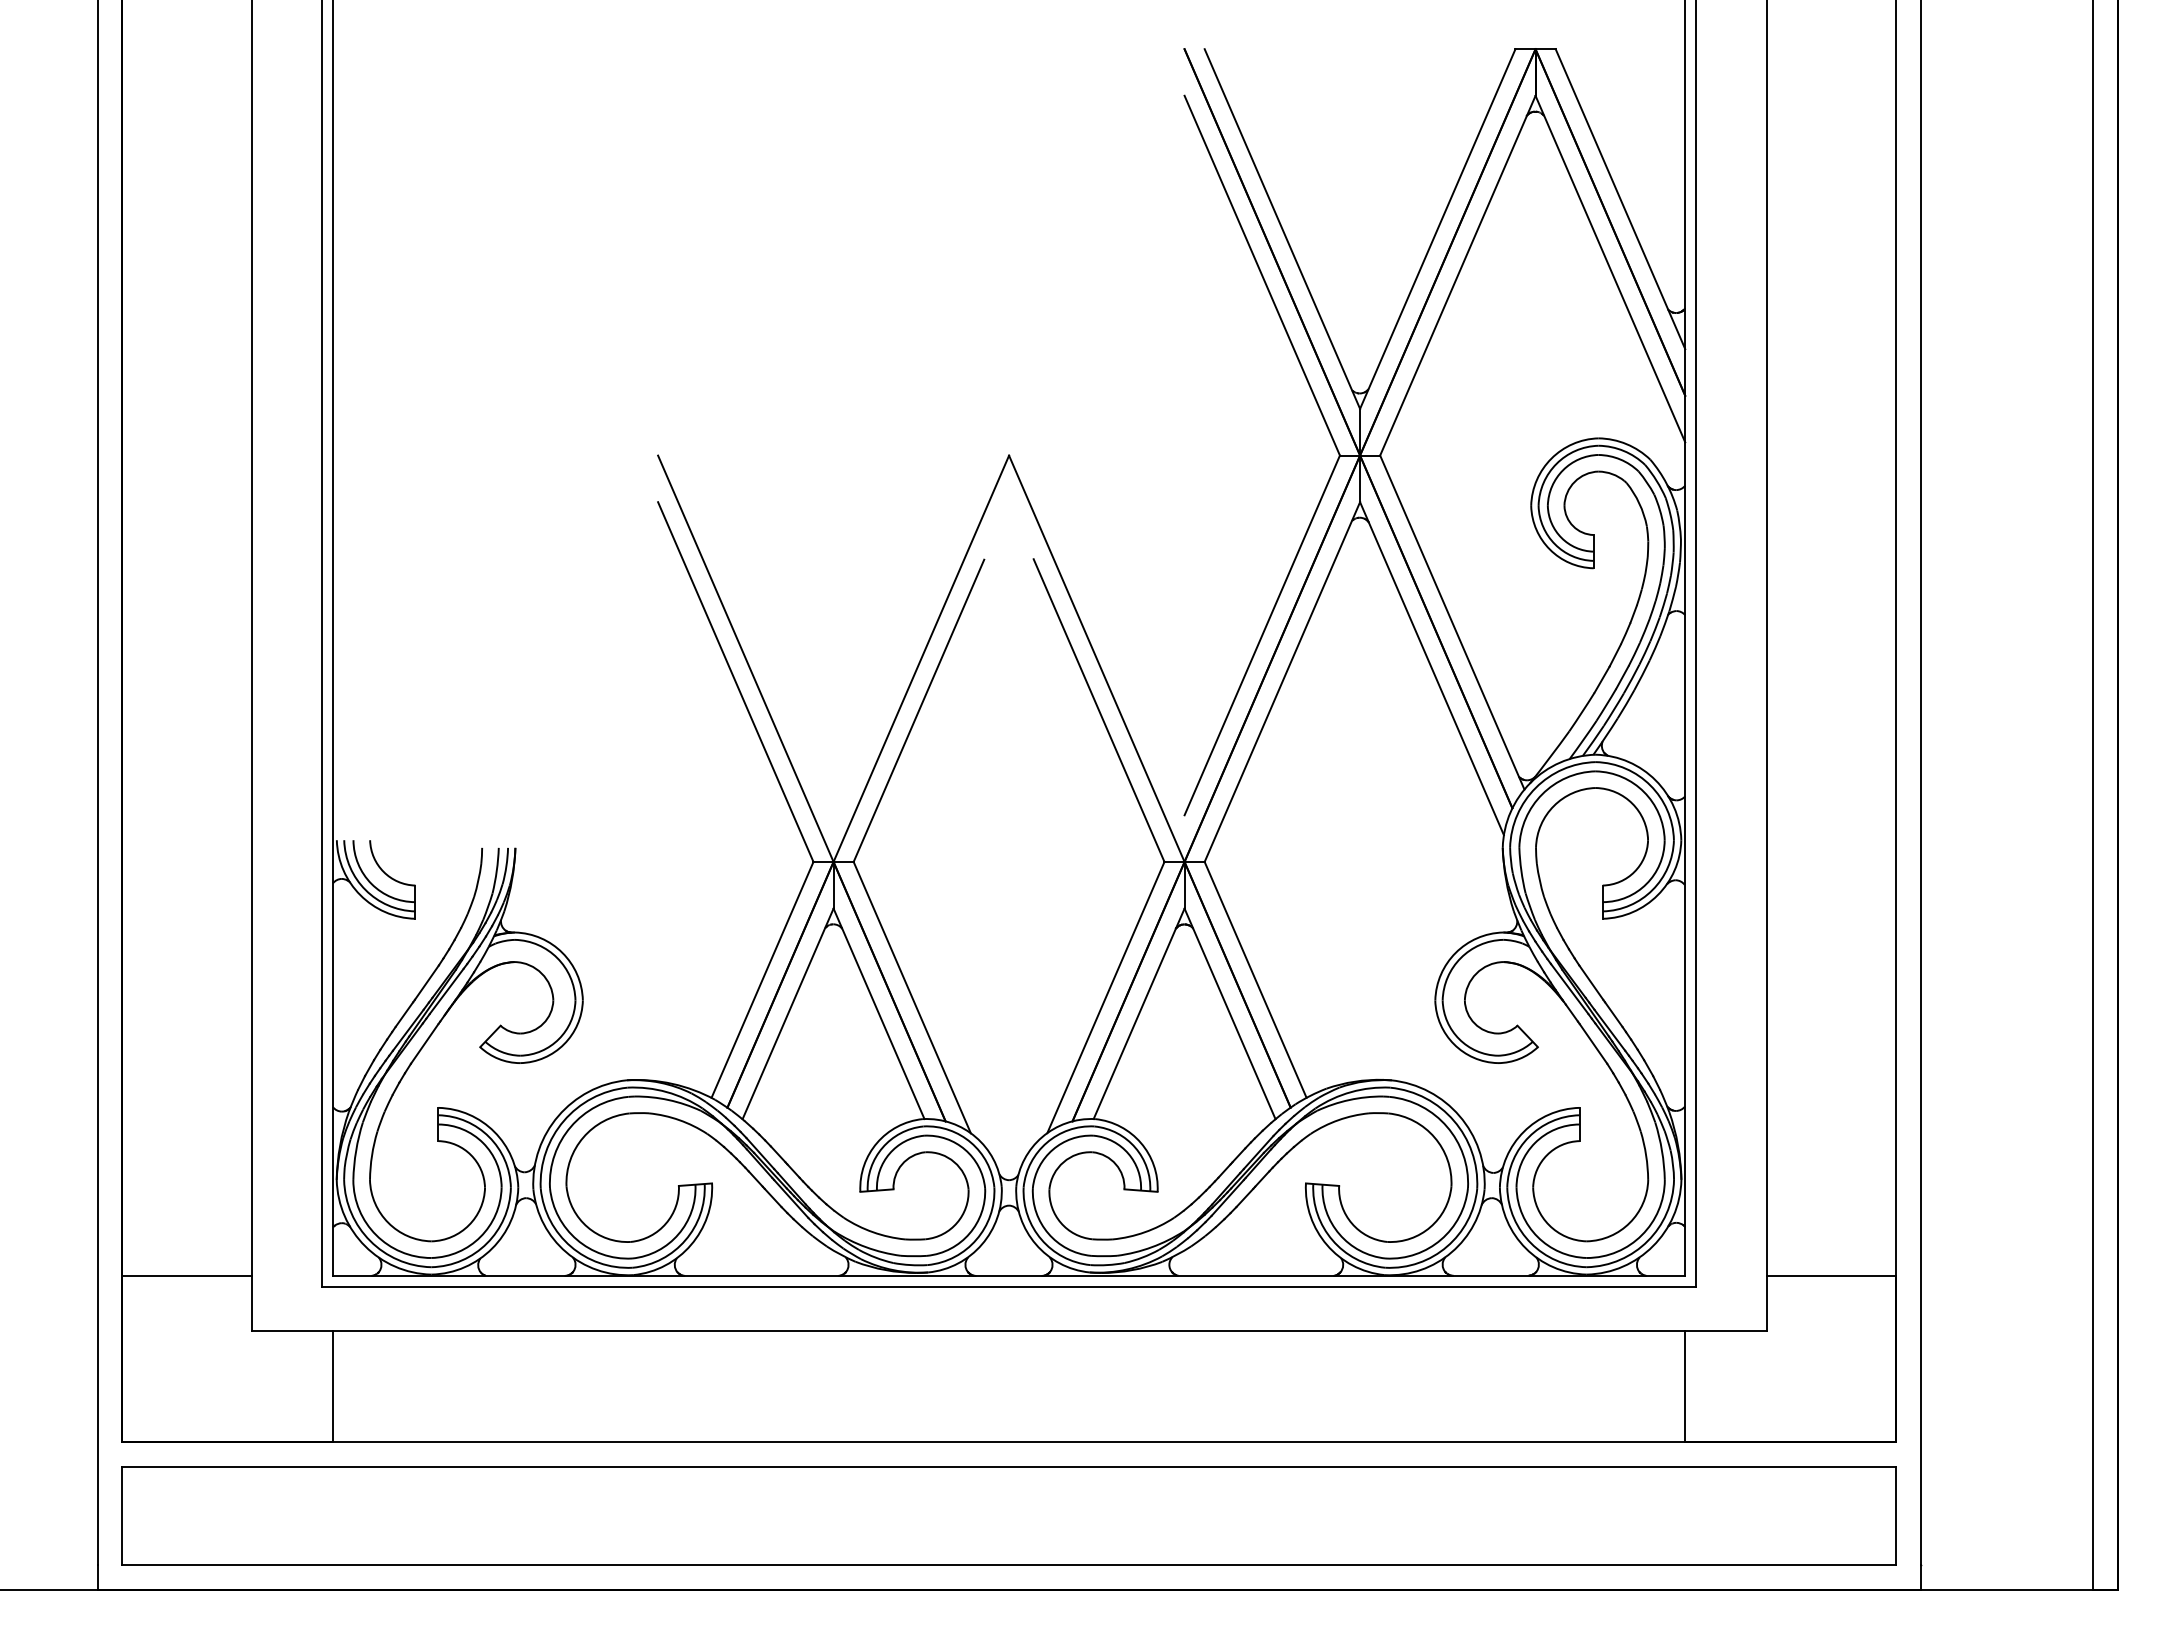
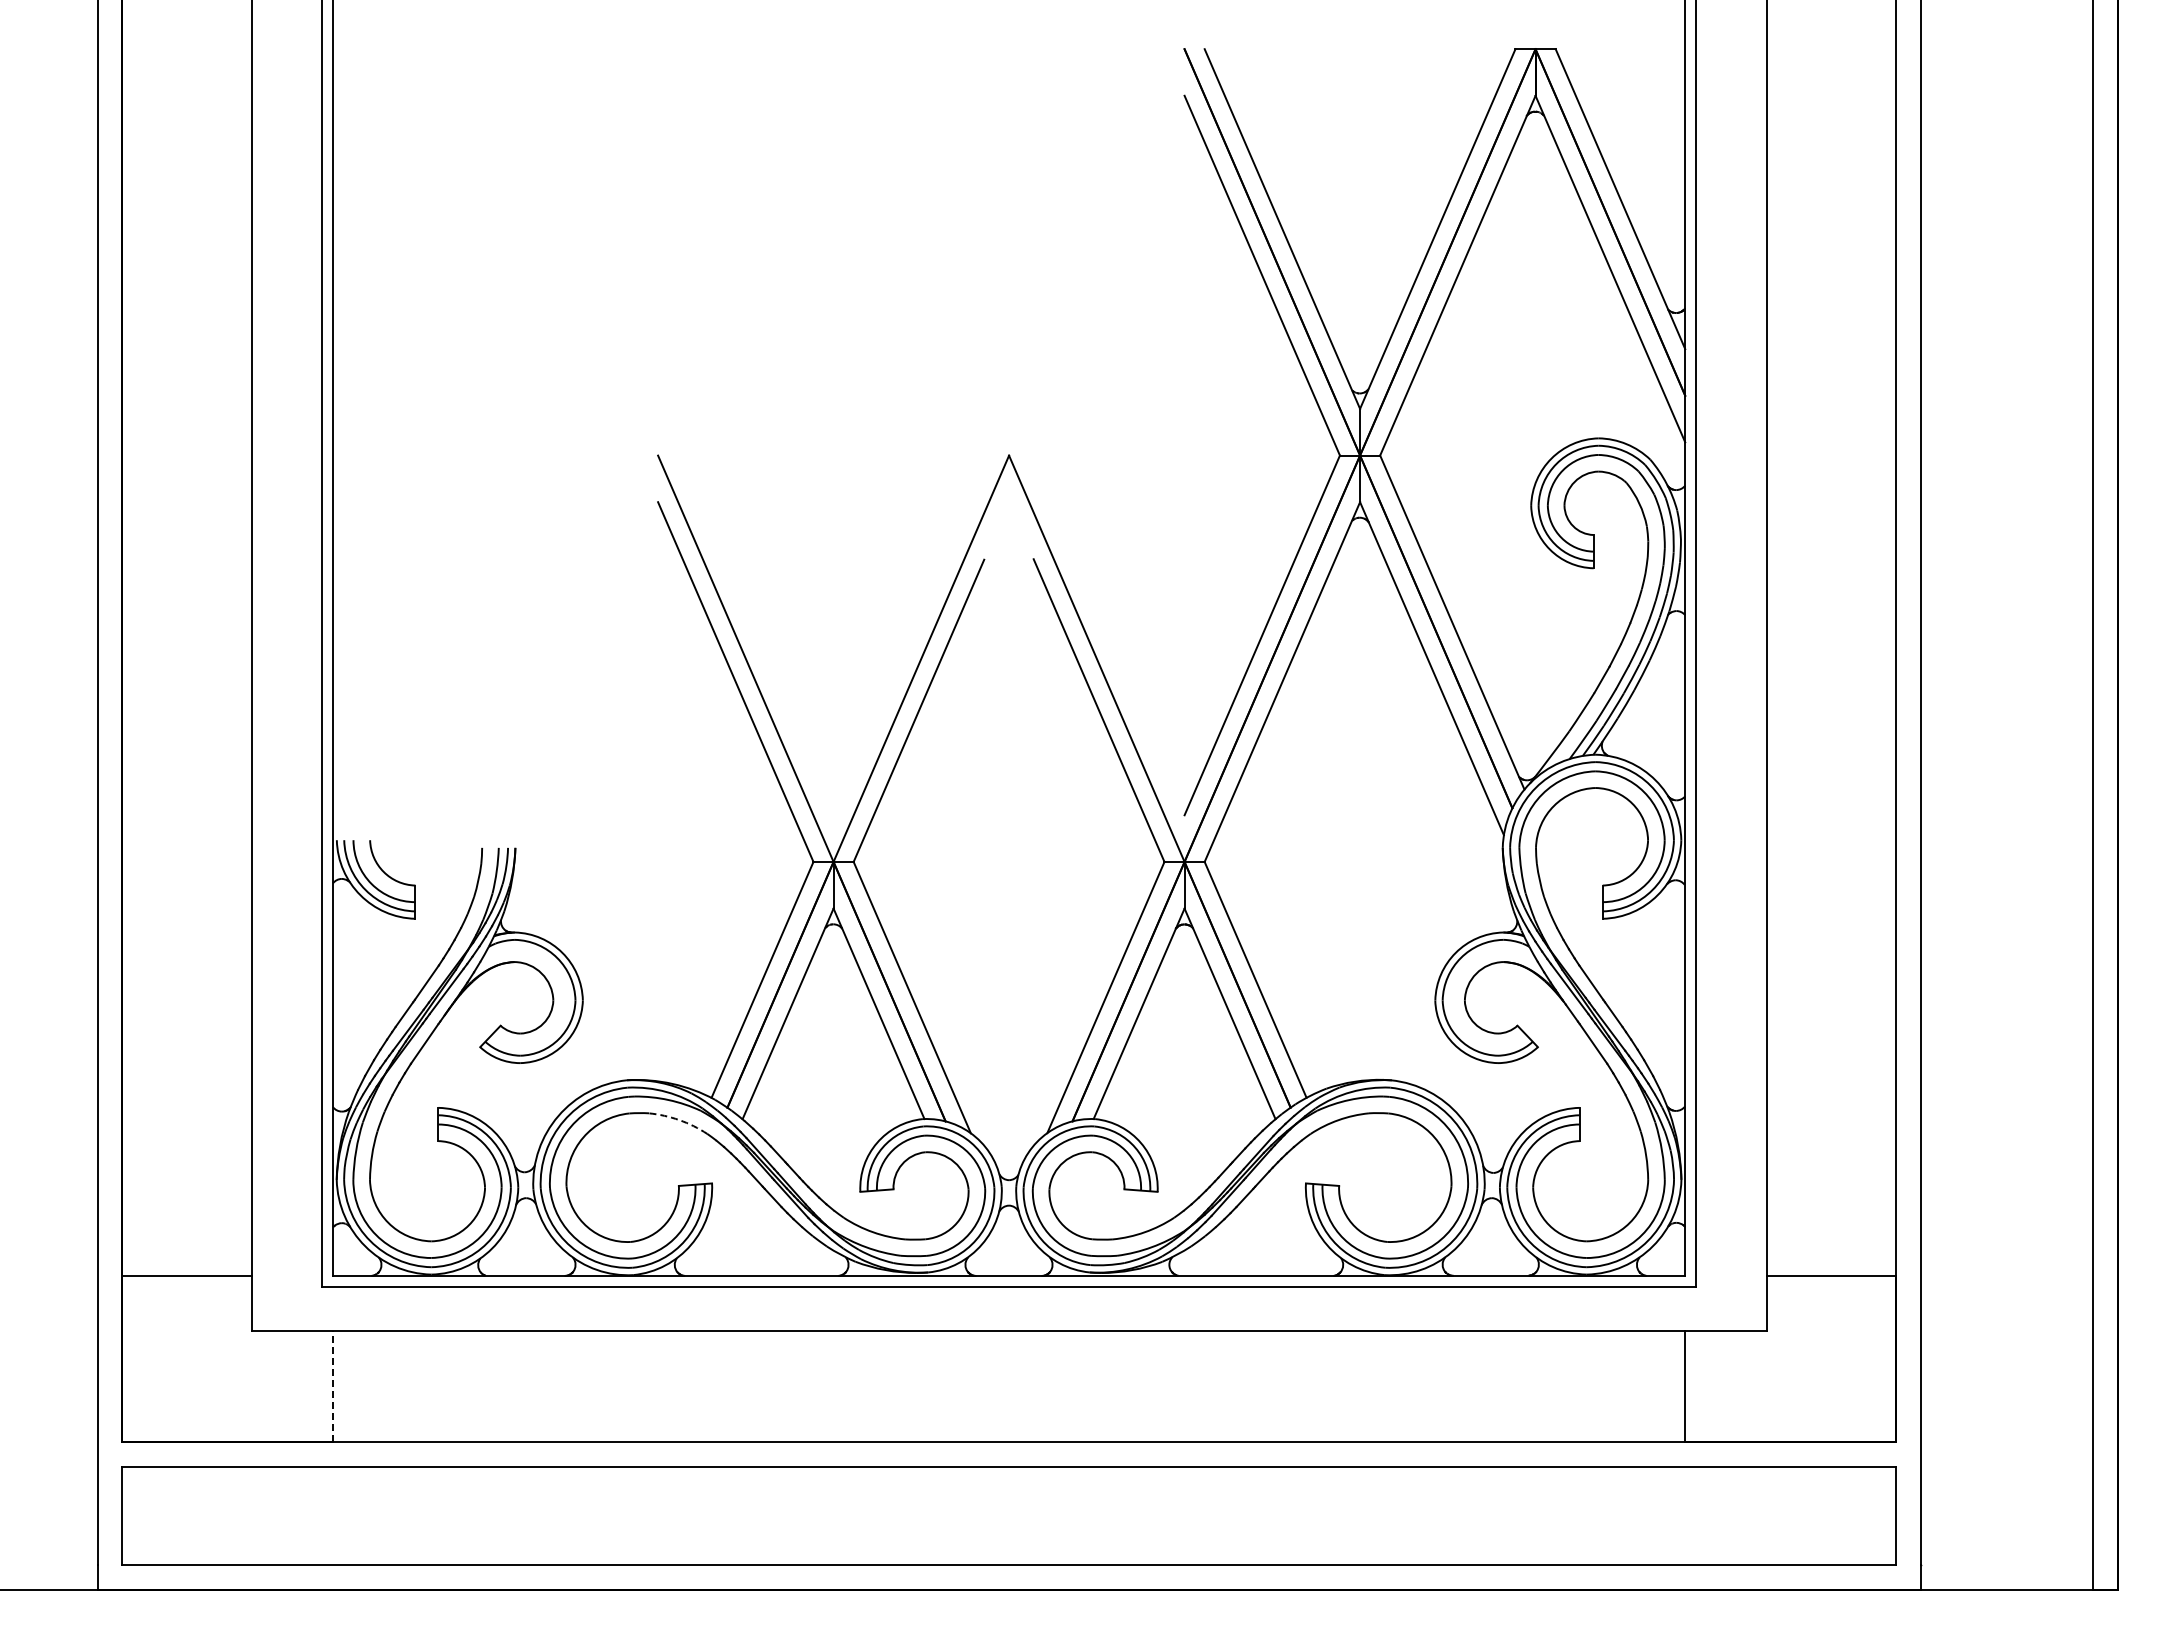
arc at (679, 1120): solid -> dashed
line at (332, 1386): solid -> dashed
